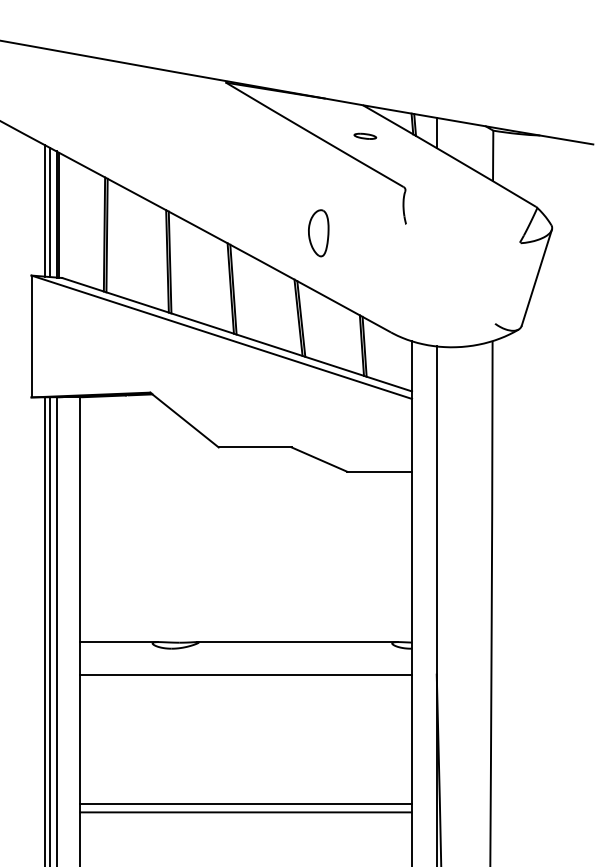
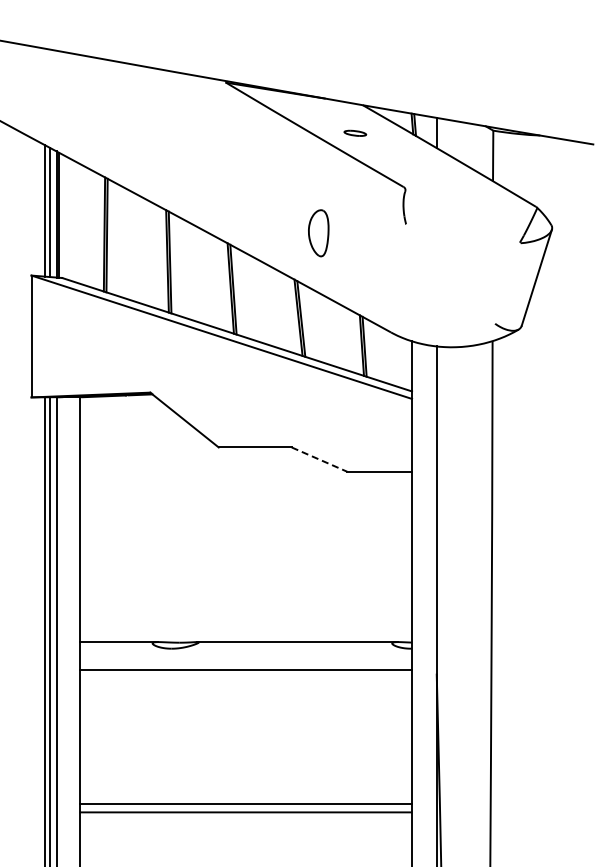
part at (365, 135) position: (365, 135) -> (355, 132)
line at (320, 459): solid -> dashed
line at (245, 675) position: (245, 675) -> (245, 670)
